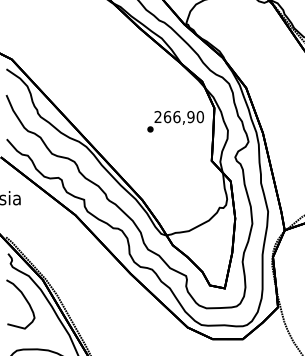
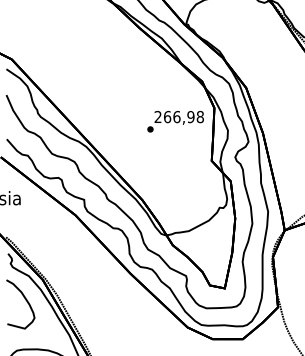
text at (199, 116): 266,90 -> 266,98
